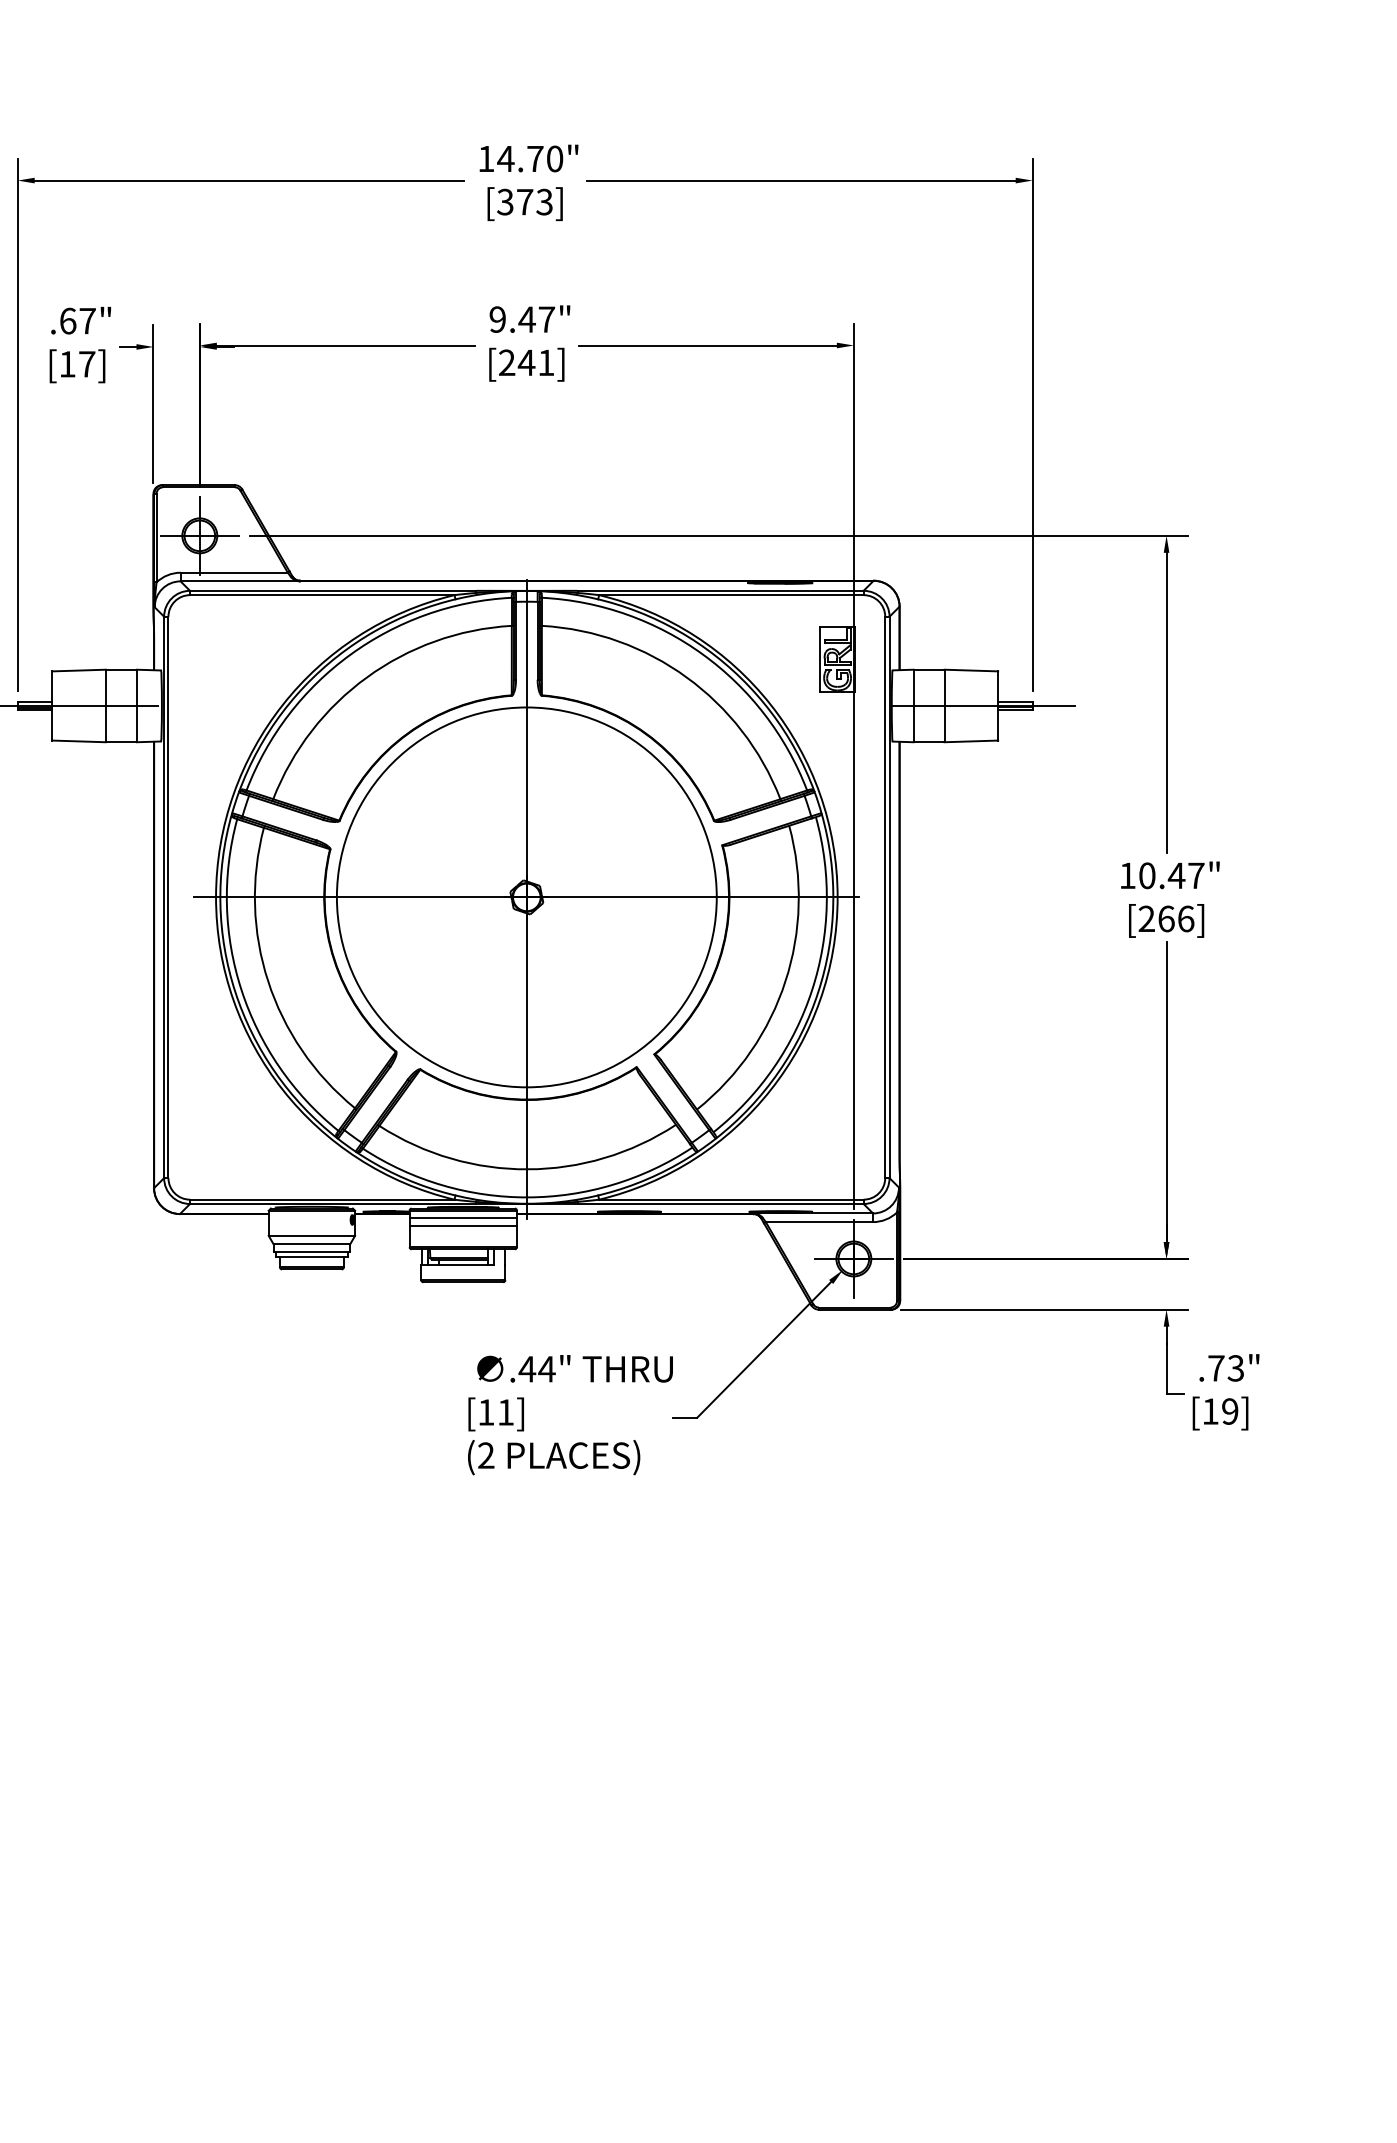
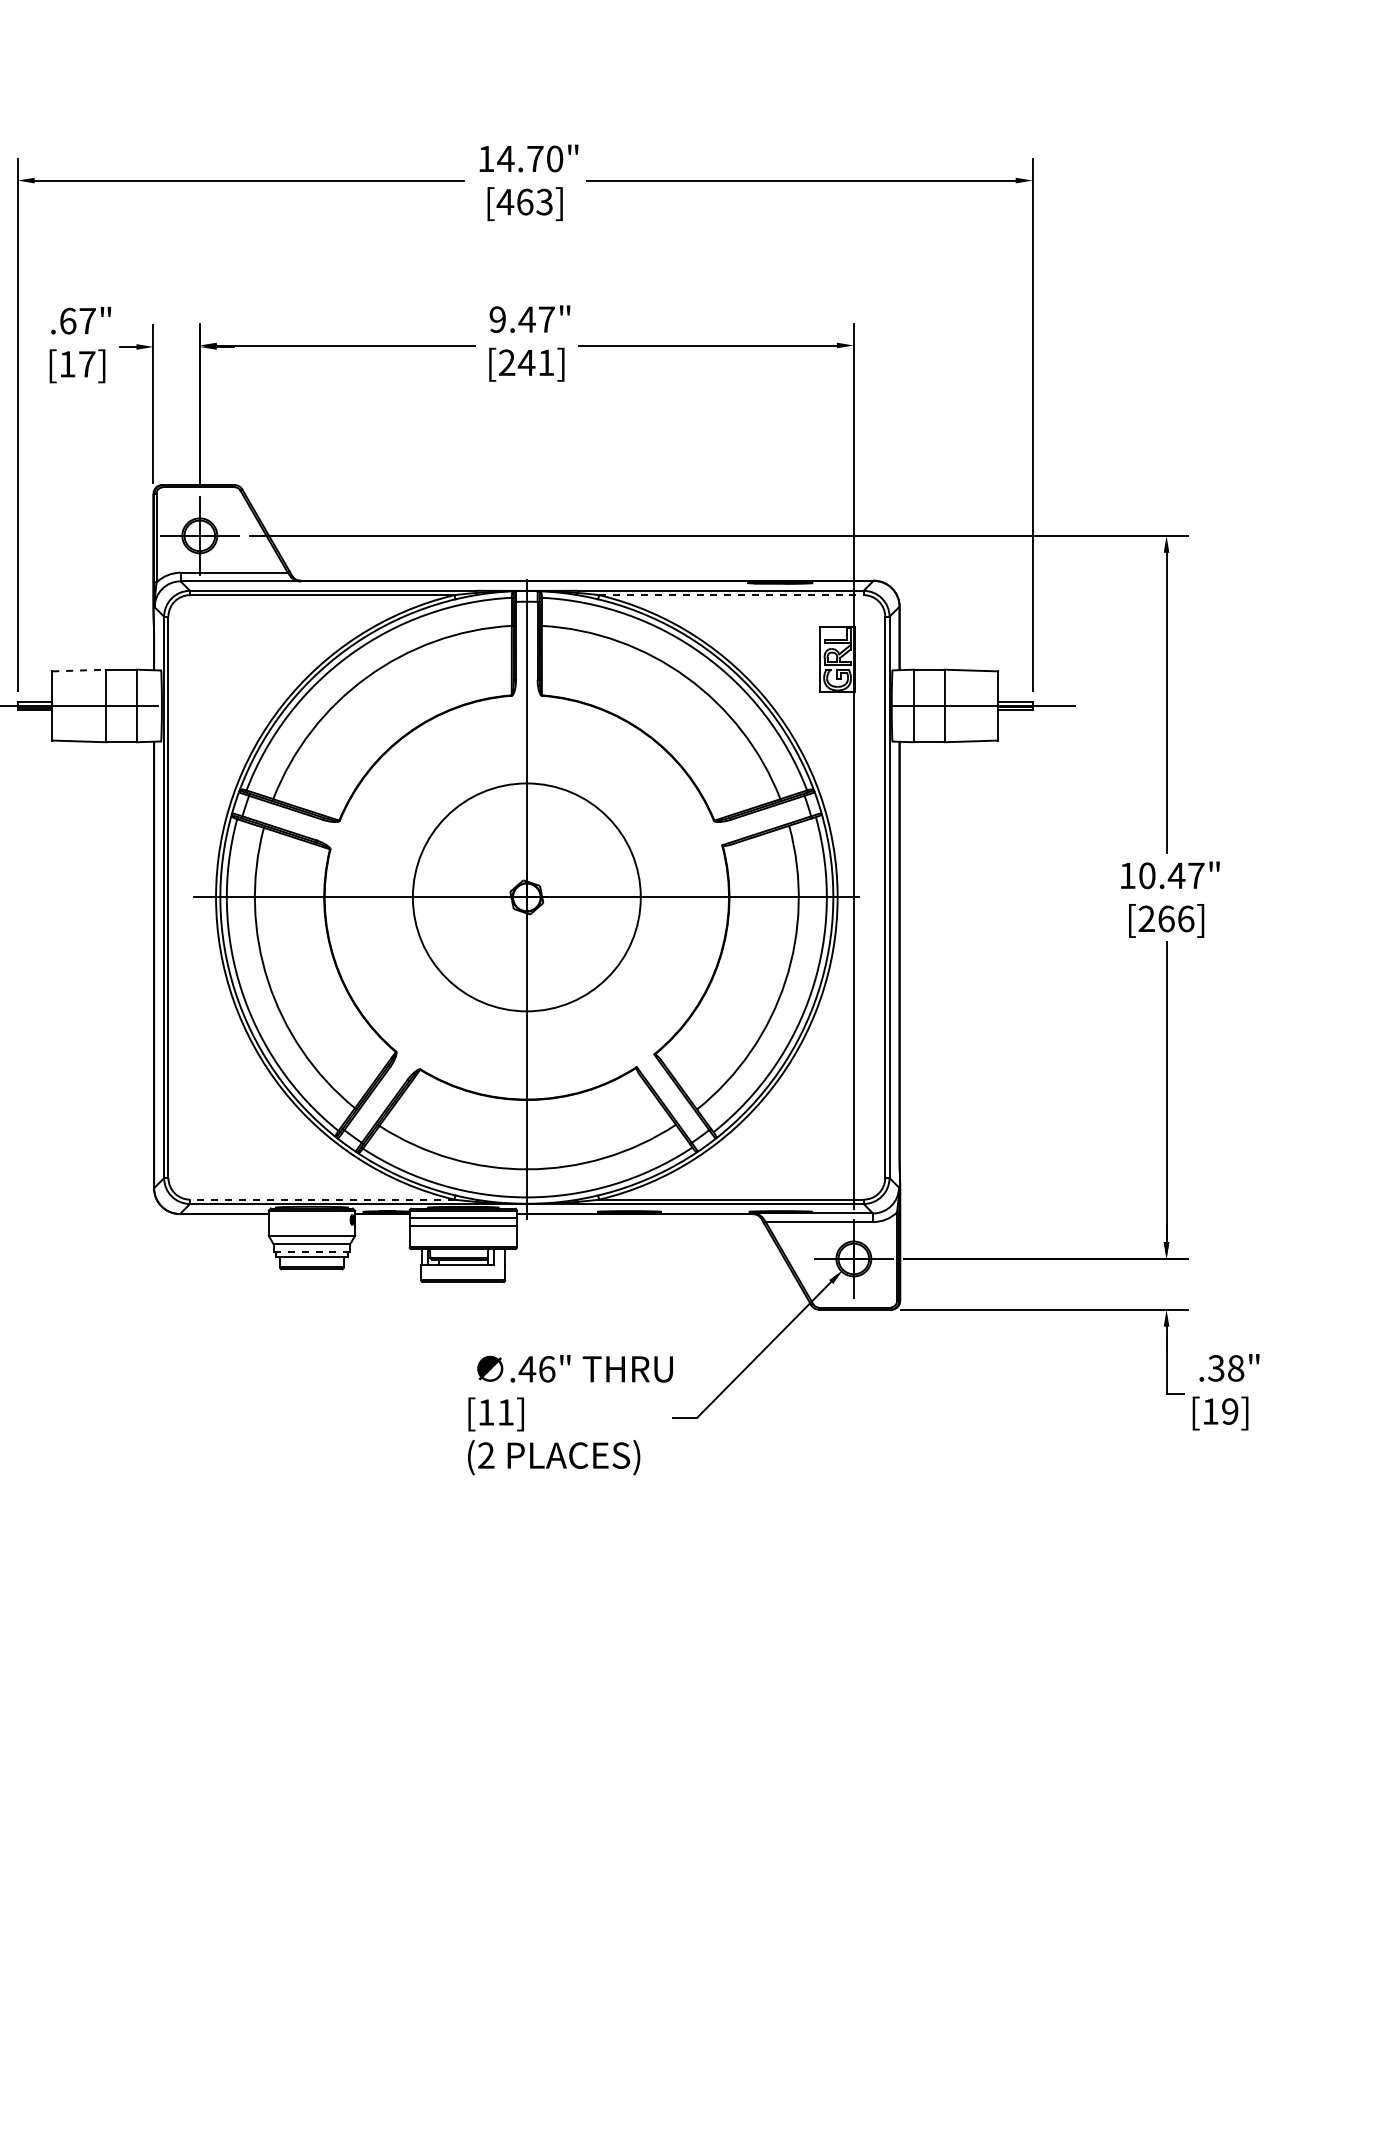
text at (514, 201): [373] -> [463]
line at (731, 595): solid -> dashed
line at (79, 670): solid -> dashed
circle at (526, 897) diameter: 380 px -> 228 px
line at (321, 1199): solid -> dashed
line at (311, 1251): solid -> dashed
text at (1226, 1368): .73" -> .38"
text at (546, 1369): .44 -> .46
